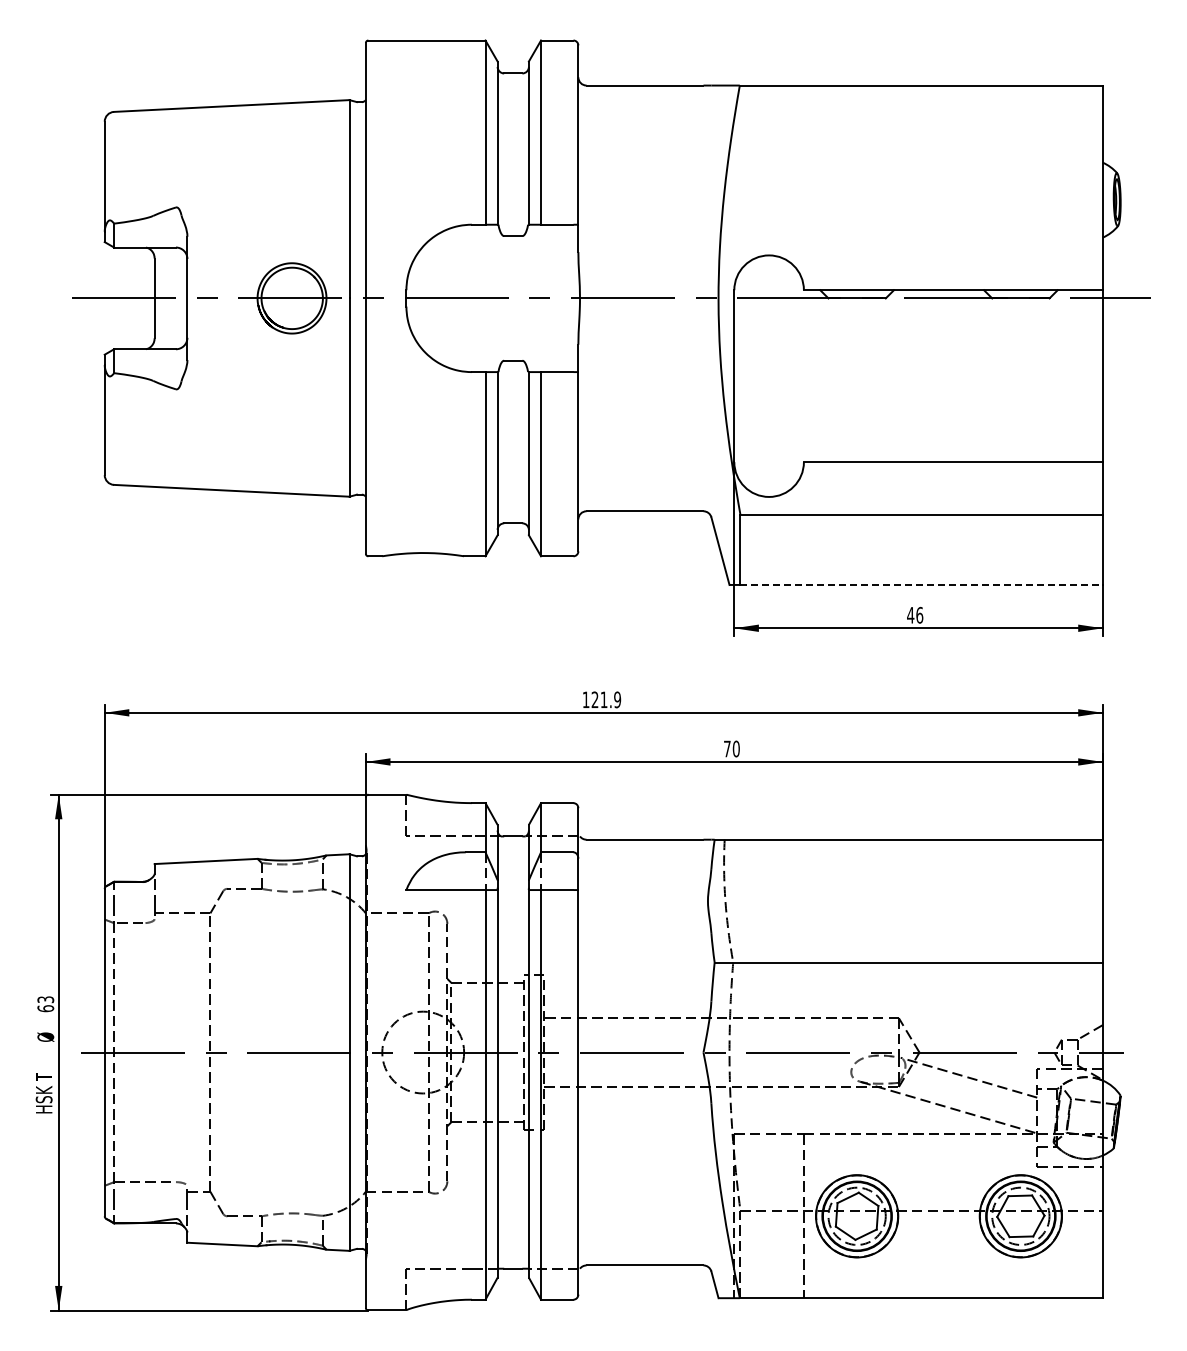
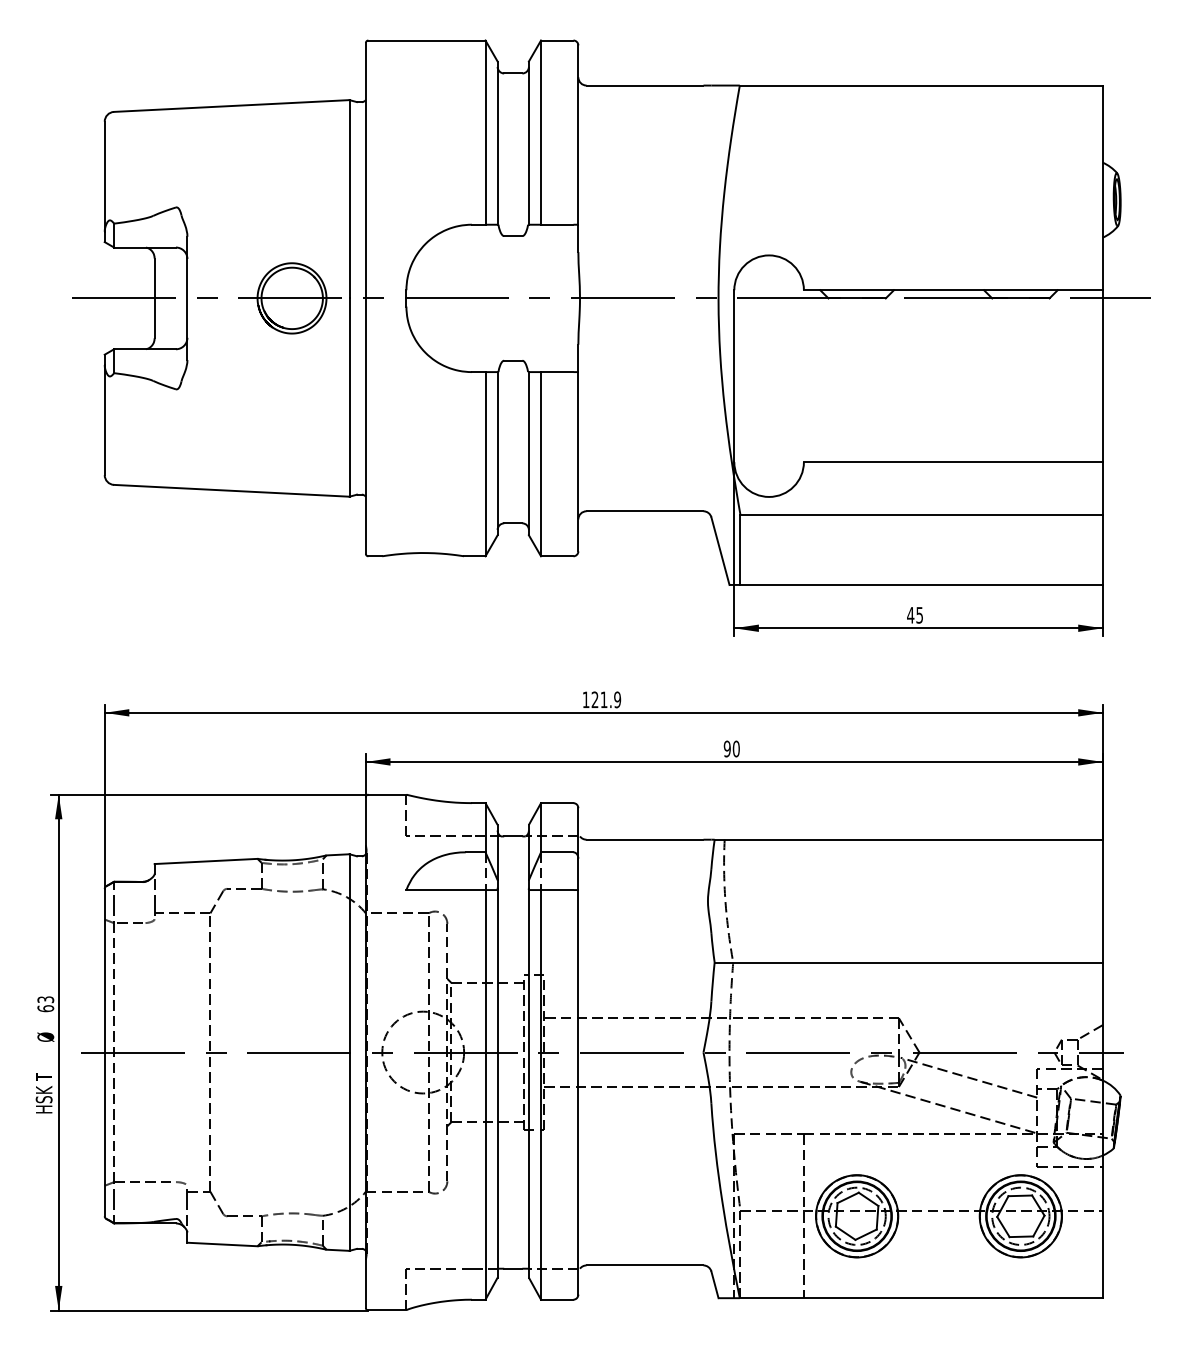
line at (922, 584): dashed -> solid
text at (919, 614): 46 -> 45
text at (726, 748): 70 -> 90
